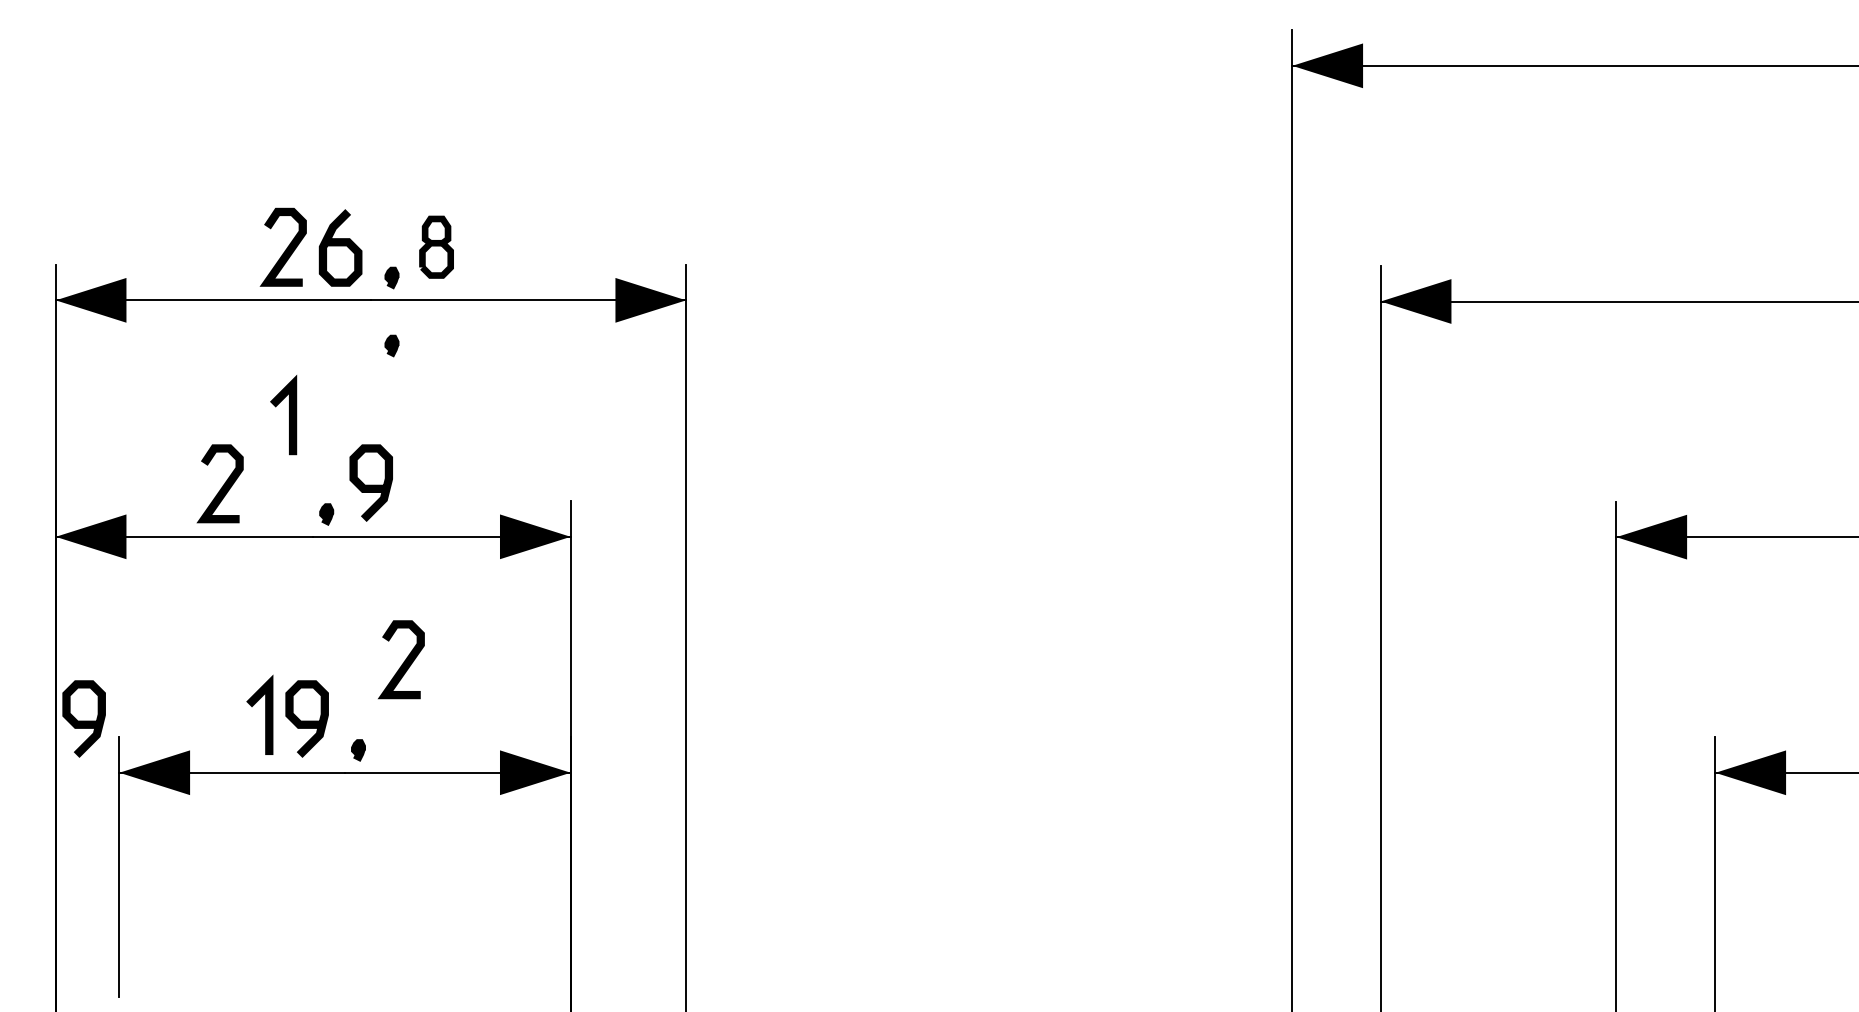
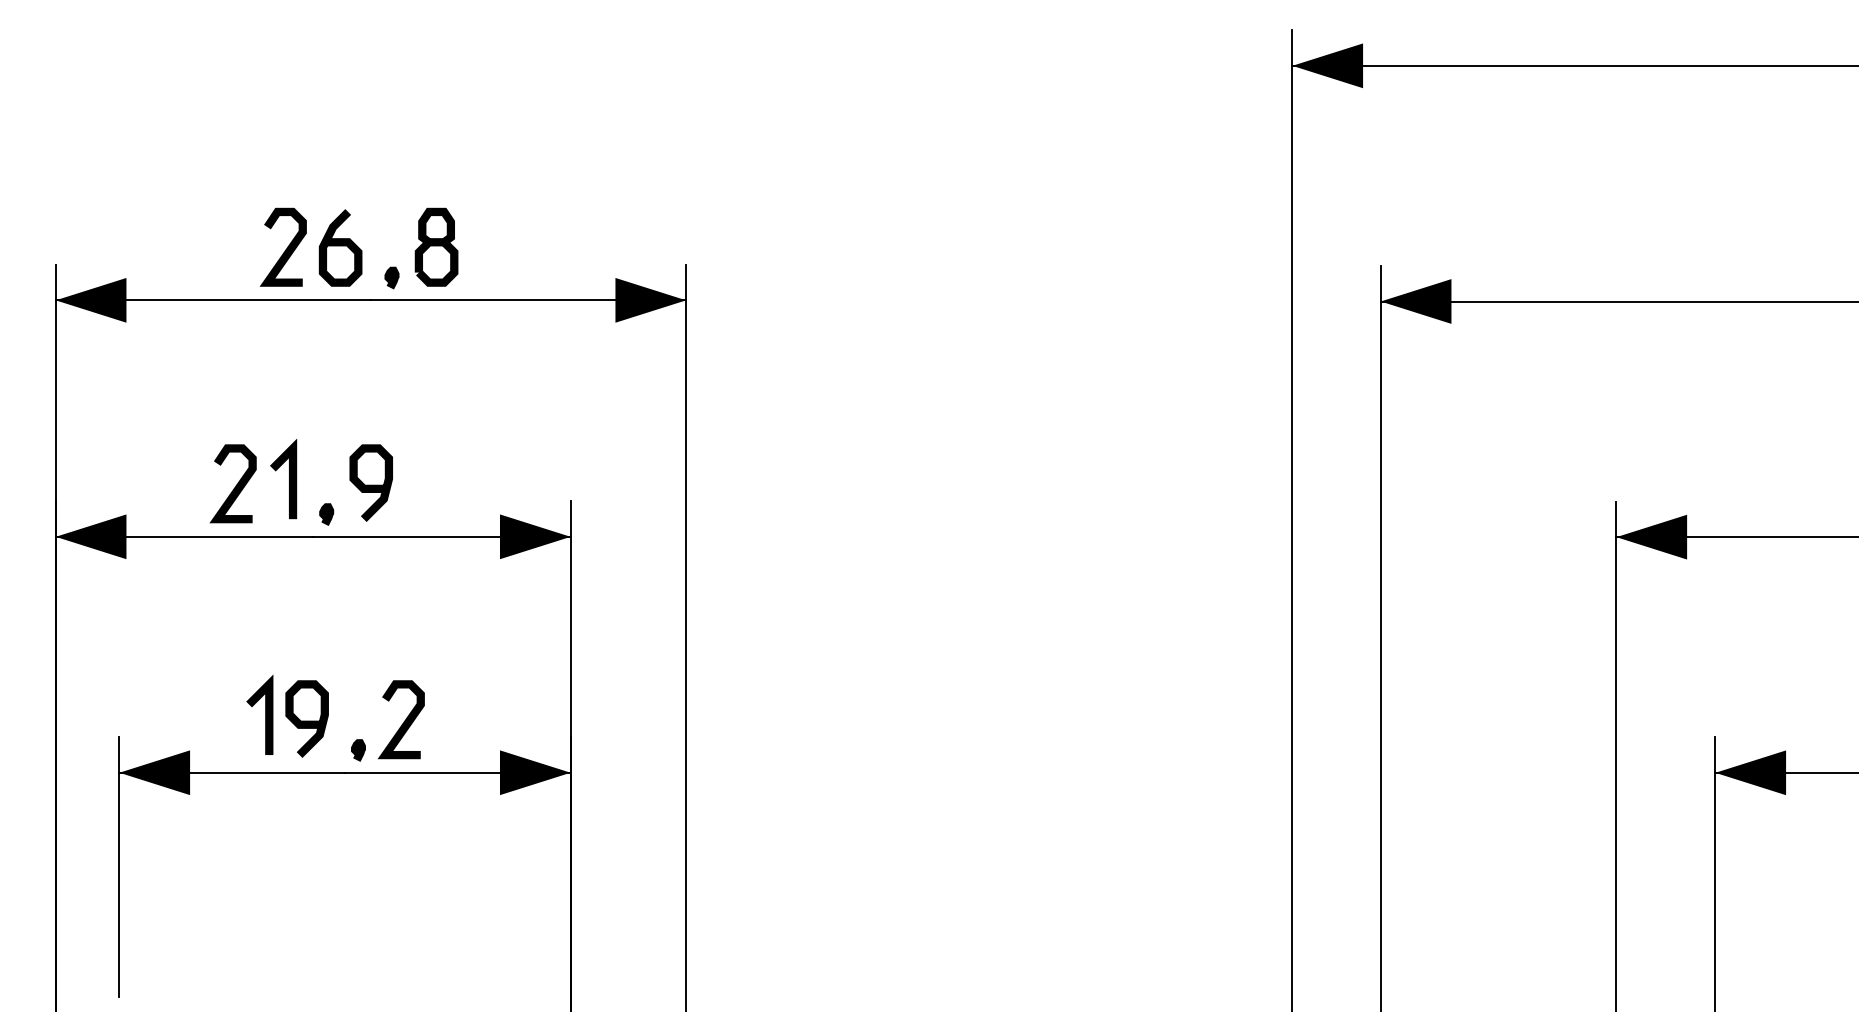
part at (436, 246) size: 35x64 px -> 45x80 px
part at (391, 345): present -> none
line at (289, 415) position: (289, 415) -> (289, 479)
curve at (222, 485) position: (222, 485) -> (235, 485)
curve at (403, 661) position: (403, 661) -> (403, 721)
curve at (83, 720): present -> none
